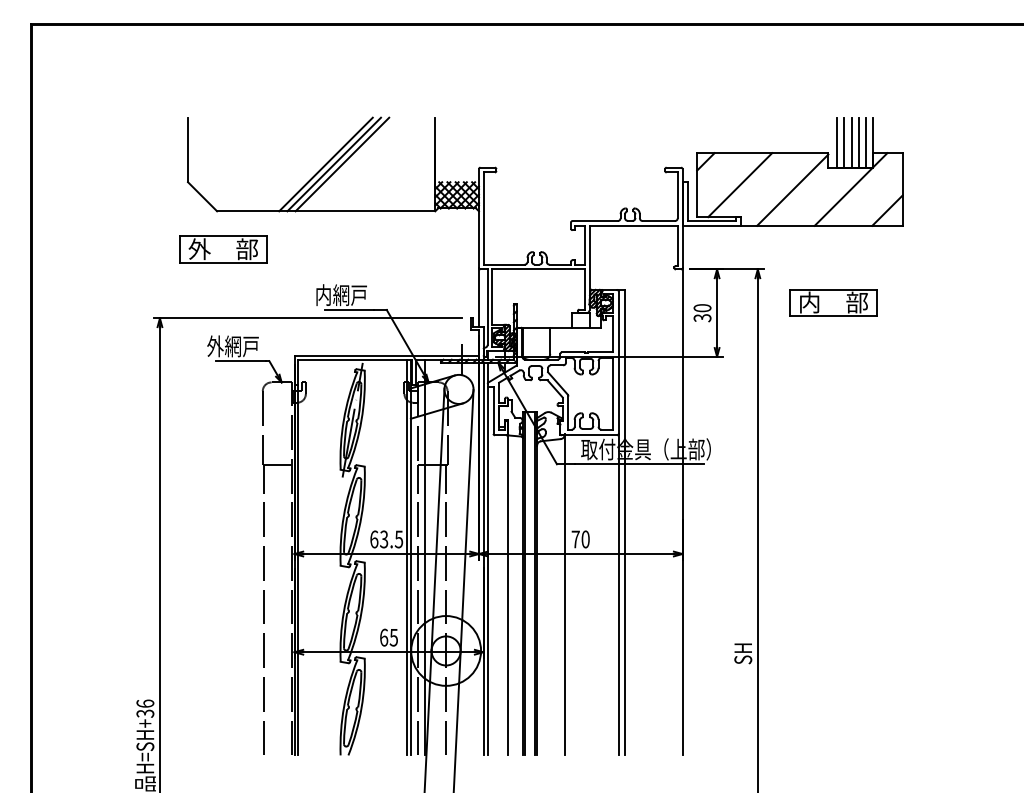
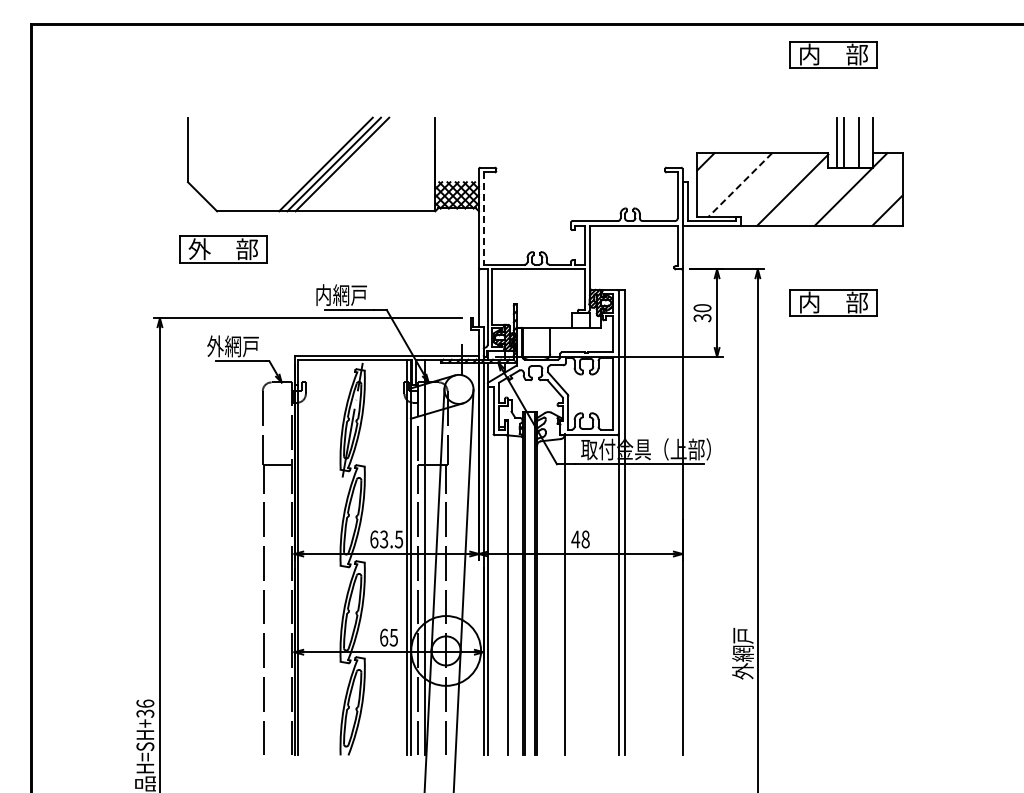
part at (833, 54): none -> present
line at (851, 142): present -> none
line at (866, 142): present -> none
line at (739, 185): solid -> dashed
line at (483, 219): solid -> dashed
text at (580, 539): 70 -> 48
text at (742, 653): SH -> 外網戸
